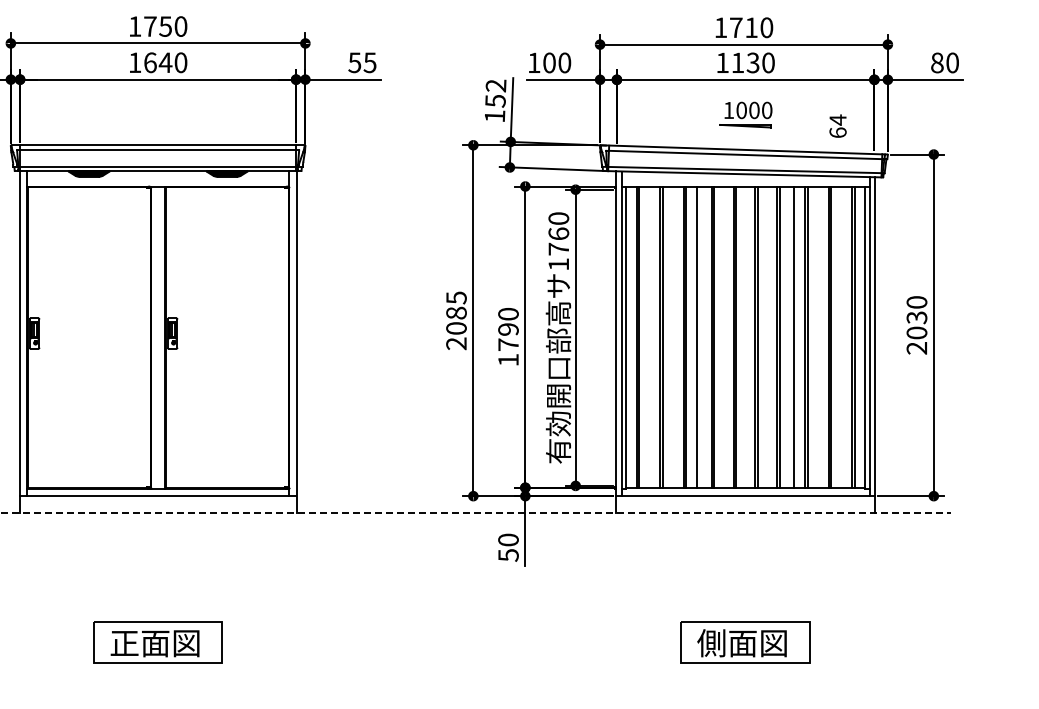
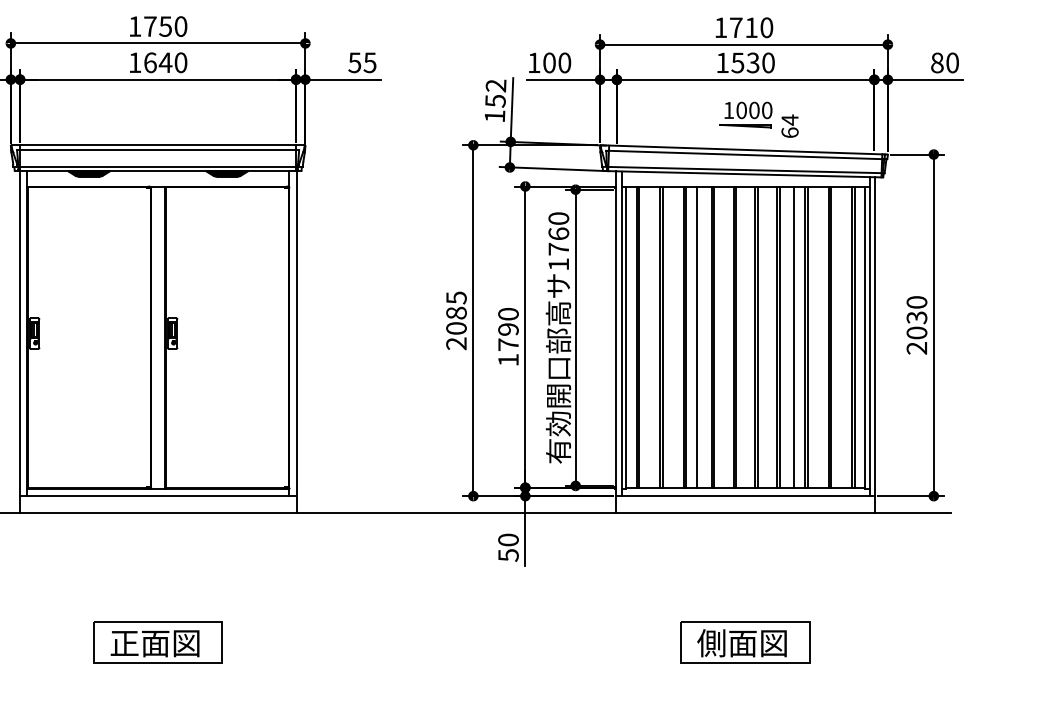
text at (737, 62): 1130 -> 1530
text at (837, 125) position: (837, 125) -> (789, 125)
line at (475, 513): dashed -> solid
